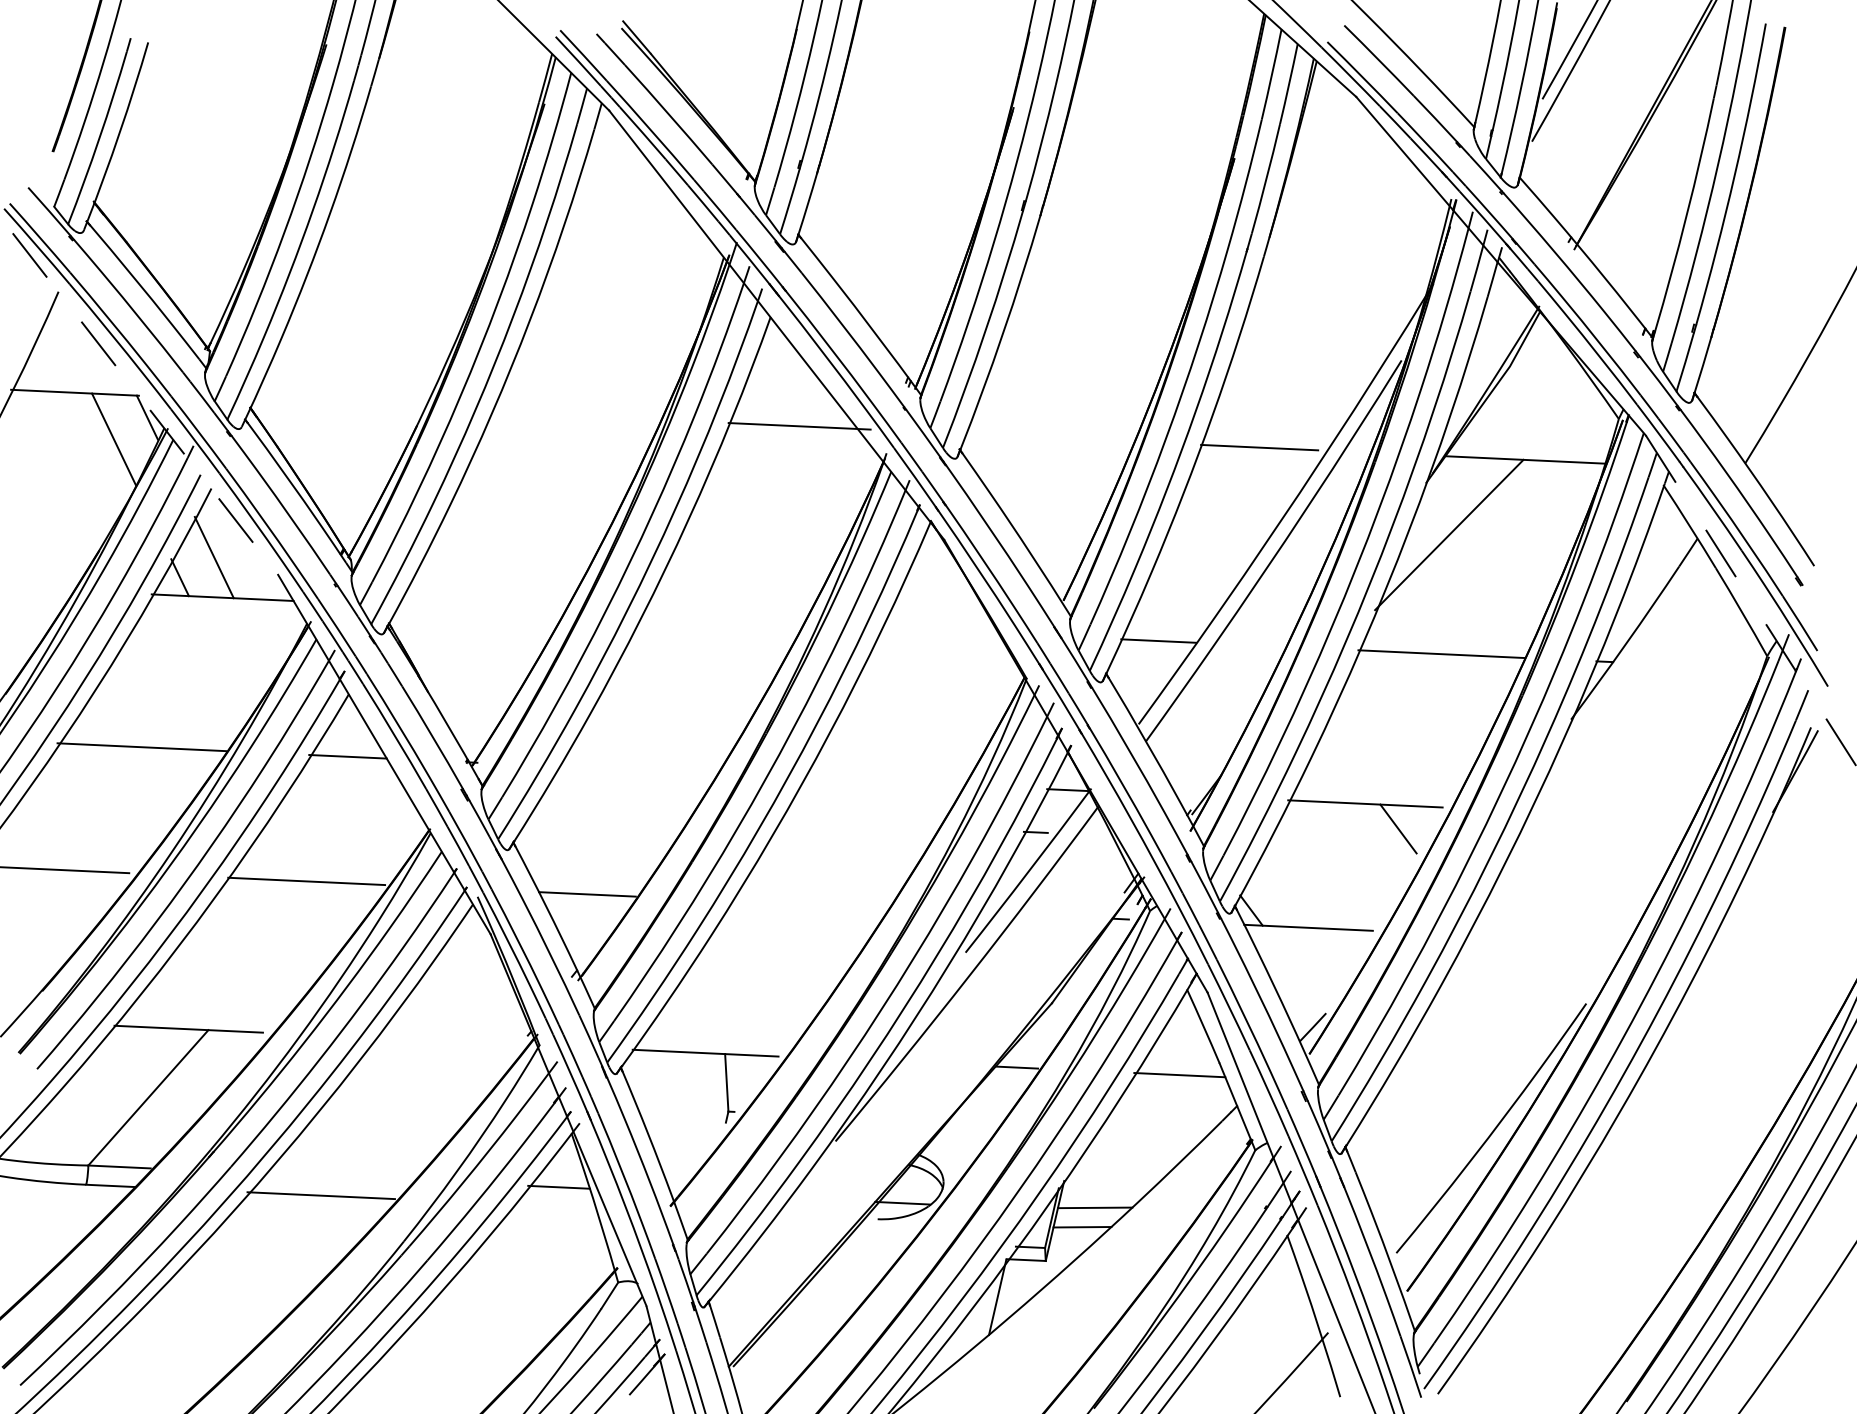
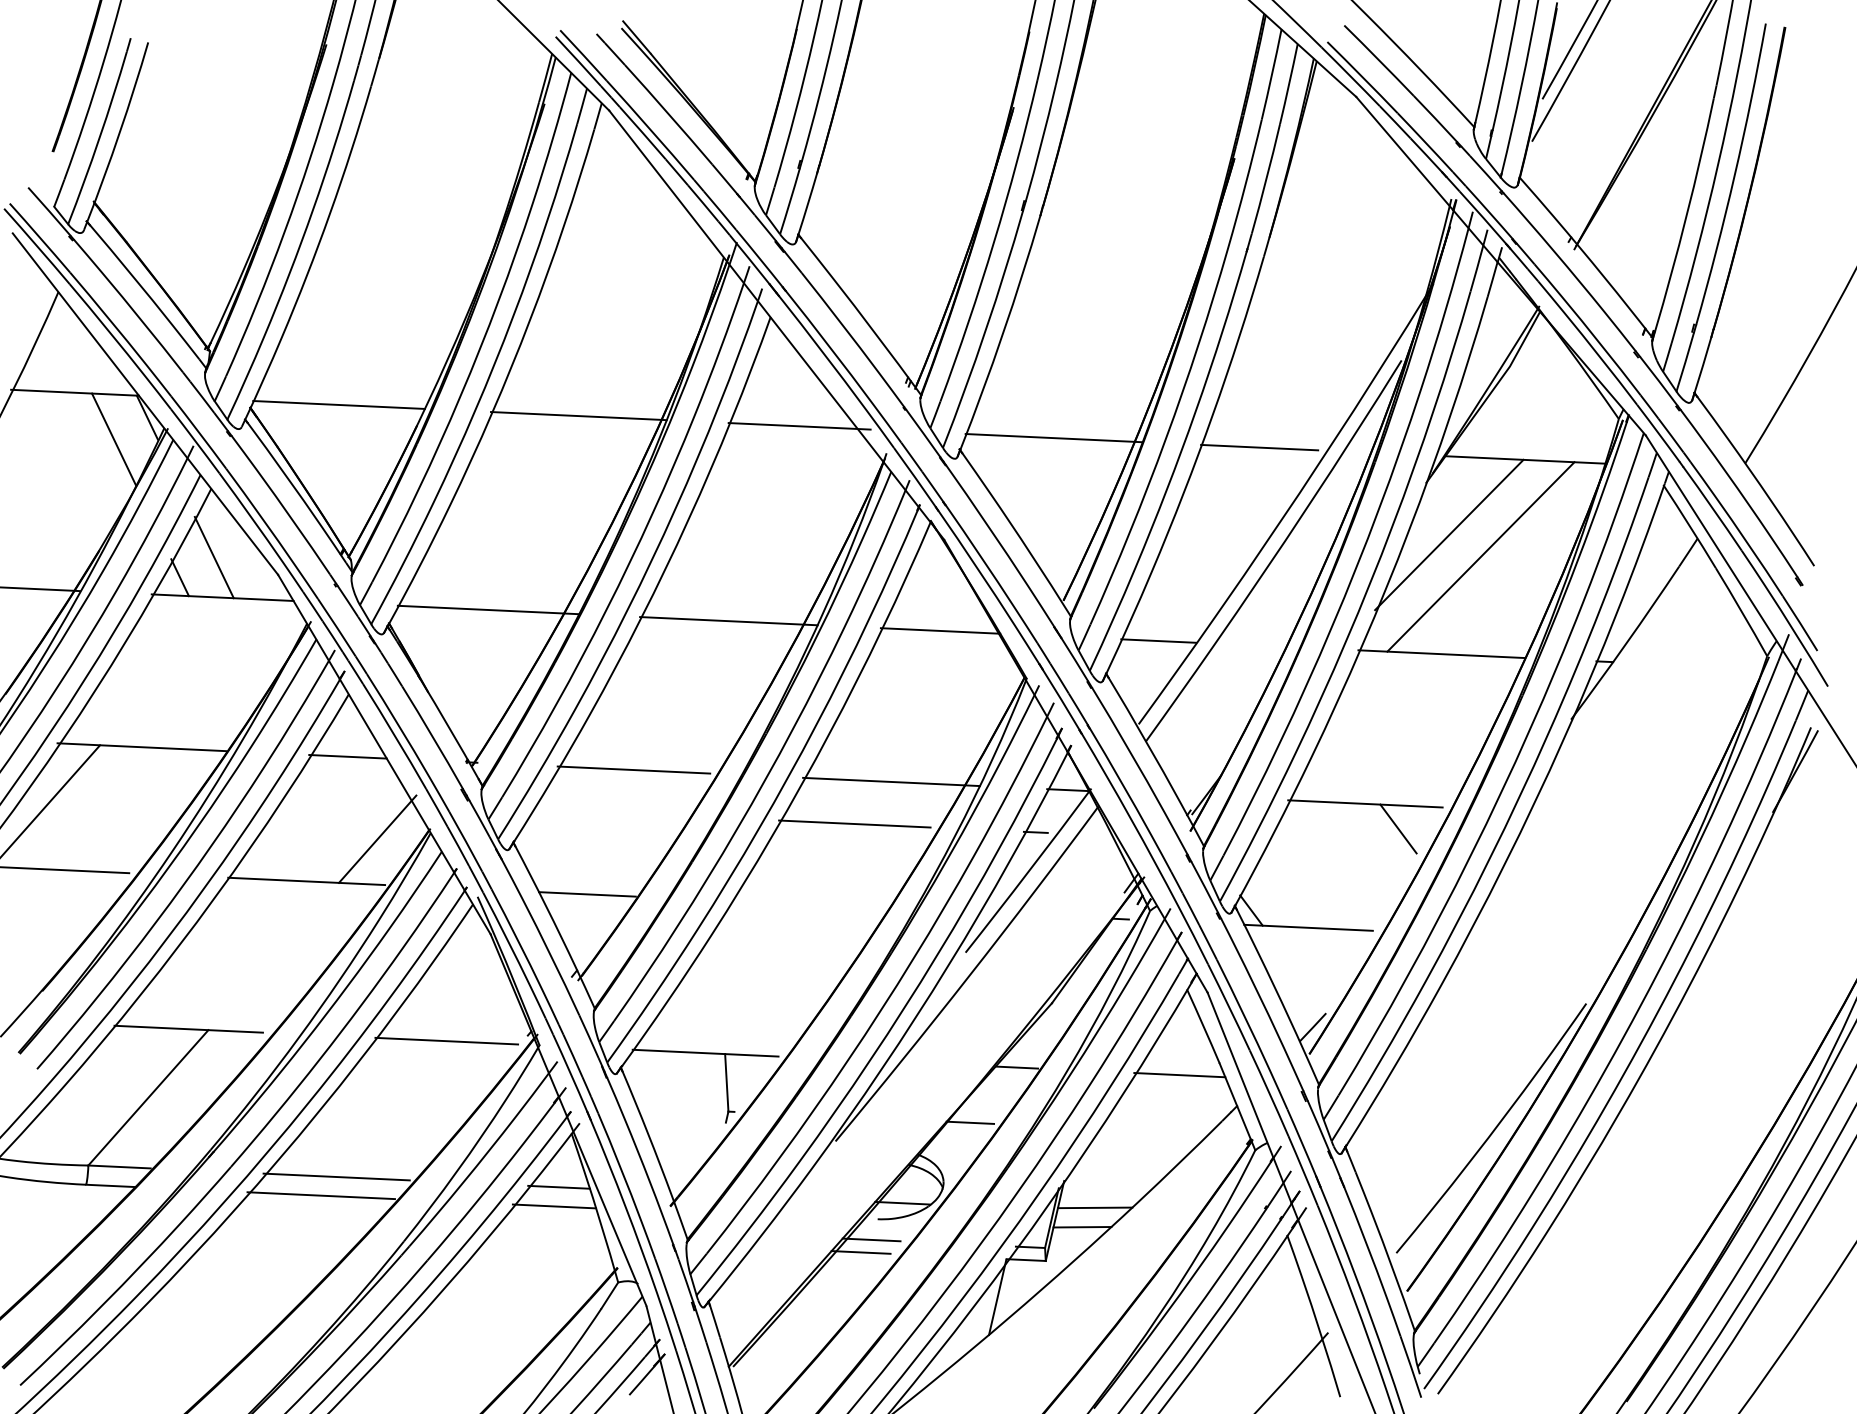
line at (145, 404): dashed -> solid
line at (338, 404): none -> present
line at (578, 416): none -> present
line at (1053, 438): none -> present
line at (1480, 556): none -> present
line at (40, 589): none -> present
line at (1751, 601): dashed -> solid
line at (488, 609): none -> present
line at (728, 621): none -> present
line at (940, 630): none -> present
line at (633, 769): none -> present
line at (891, 781): none -> present
line at (51, 800): none -> present
line at (854, 823): none -> present
line at (377, 838): none -> present
line at (446, 1040): none -> present
line at (970, 1122): none -> present
line at (336, 1176): none -> present
line at (554, 1206): none -> present
line at (871, 1239): none -> present
line at (860, 1252): none -> present
